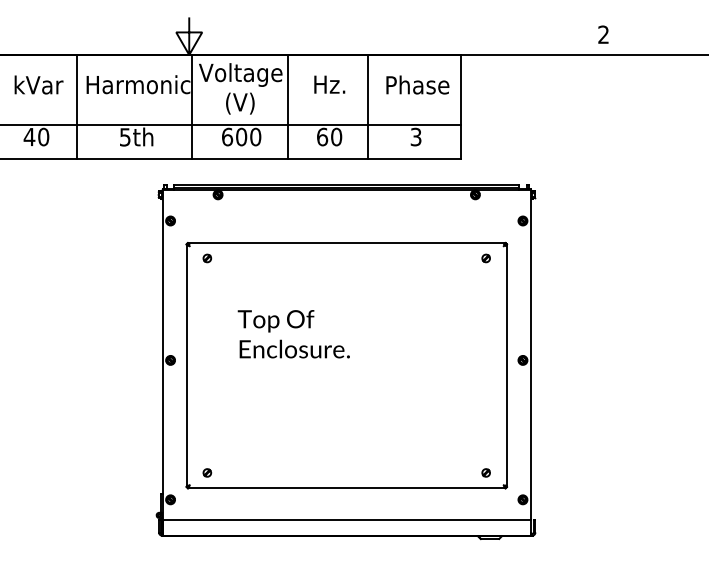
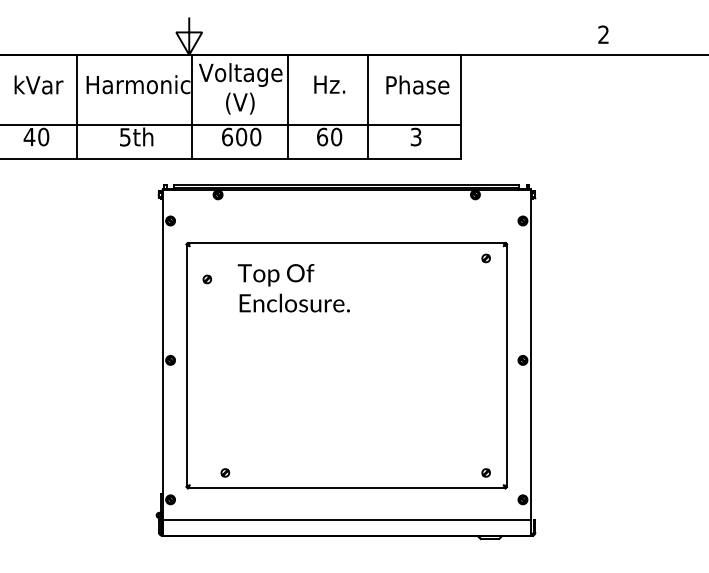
part at (207, 258) position: (207, 258) -> (207, 279)
text at (293, 334) position: (293, 334) -> (293, 288)
part at (207, 472) position: (207, 472) -> (225, 472)
